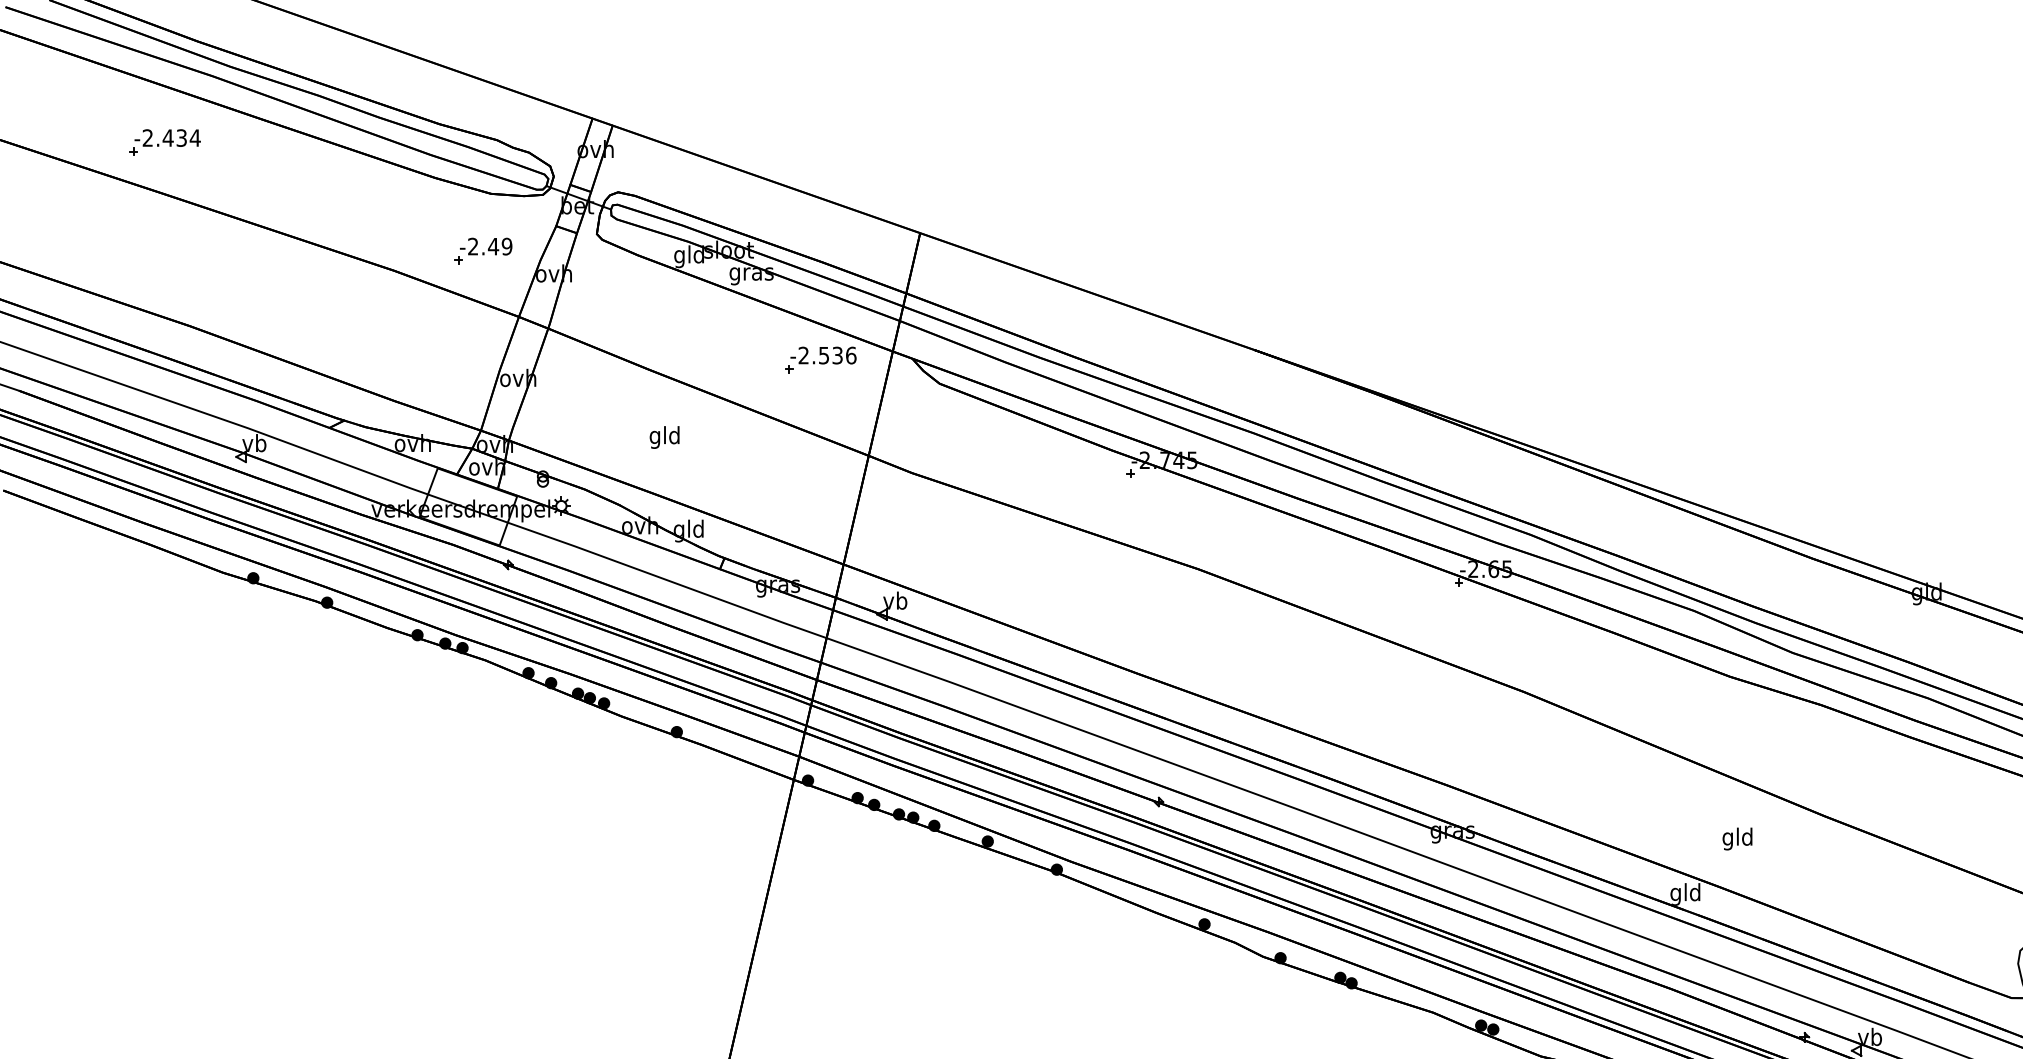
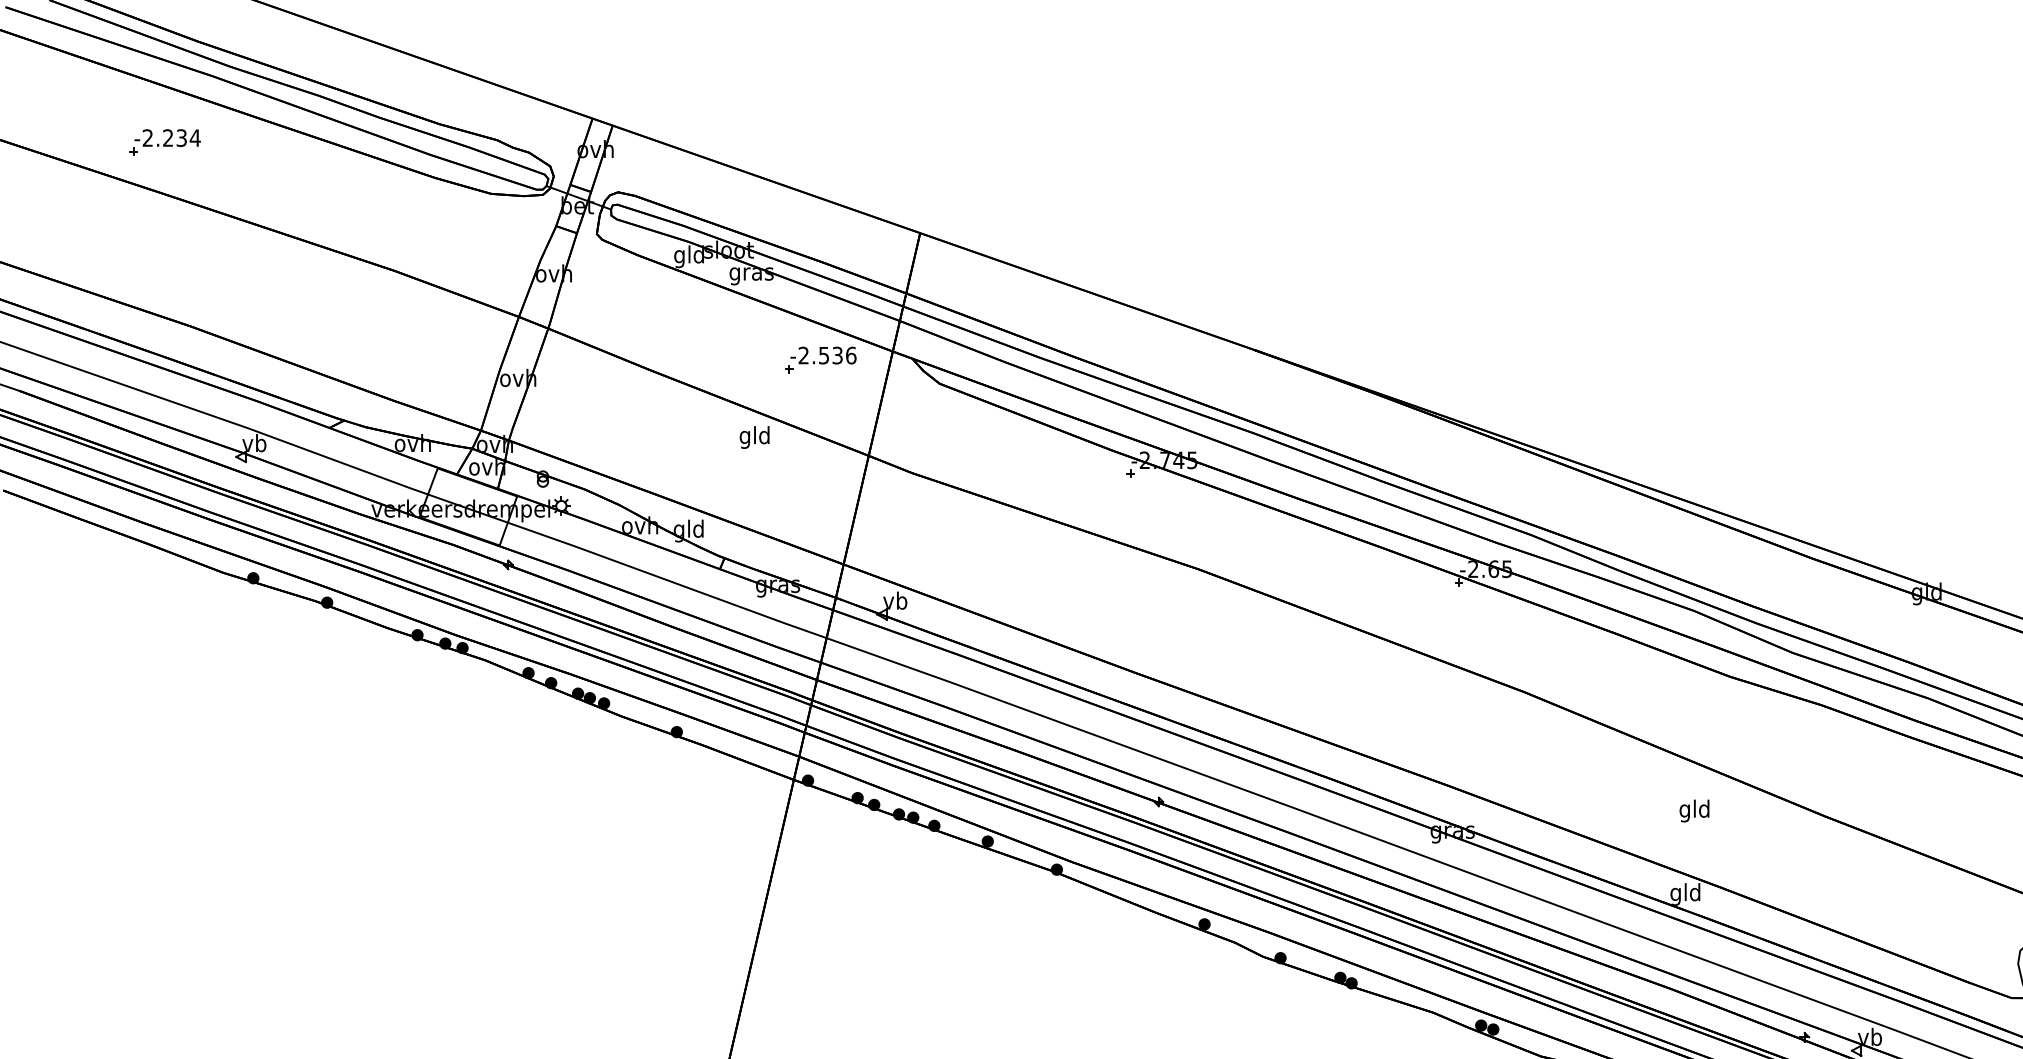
text at (167, 137): -2.434 -> -2.234
part at (483, 250): present -> none
text at (664, 437) position: (664, 437) -> (754, 437)
text at (1737, 838) position: (1737, 838) -> (1694, 810)
